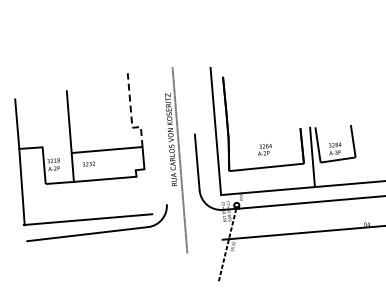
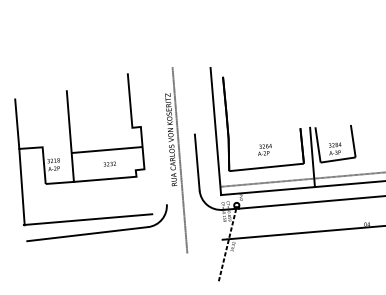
line at (131, 115): dashed -> solid
text at (88, 163) position: (88, 163) -> (109, 163)
line at (301, 179): none -> present
